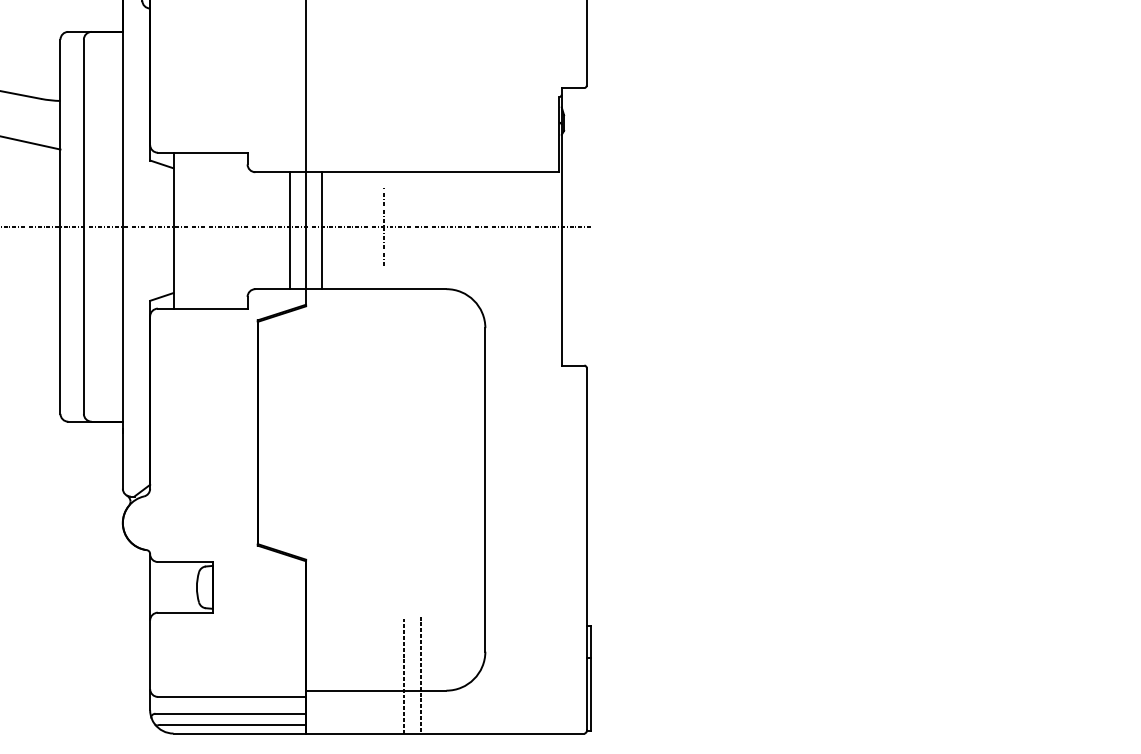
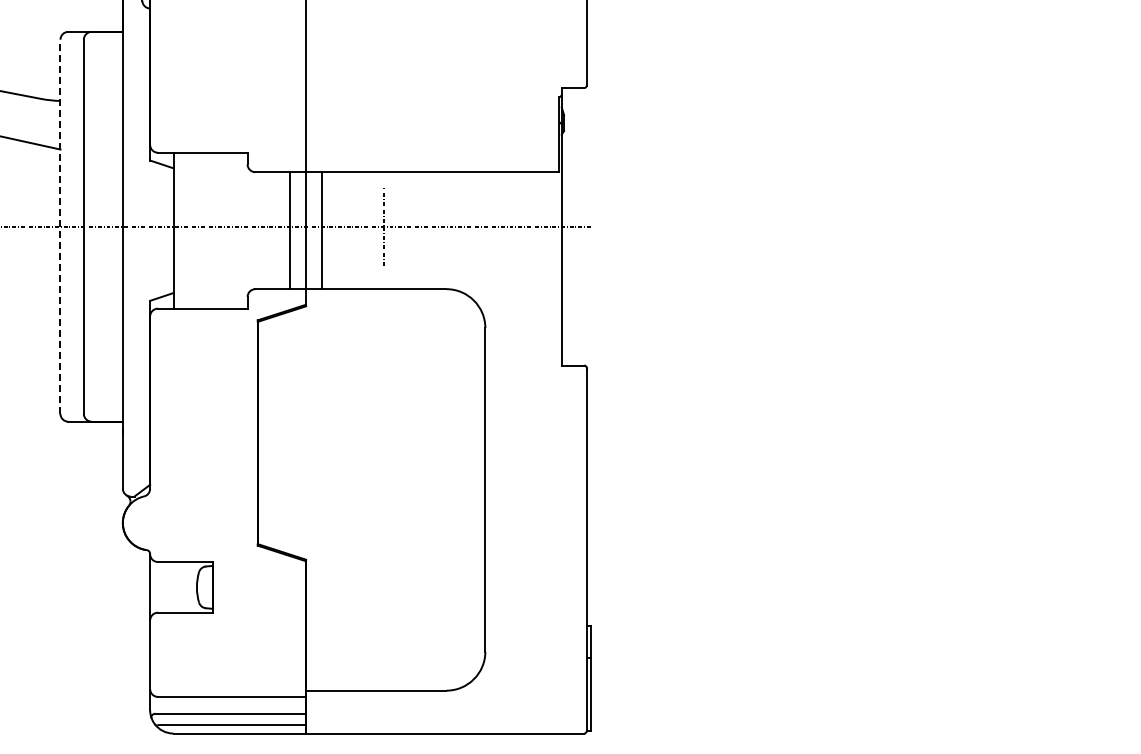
line at (60, 226): solid -> dashed
line at (403, 674): present -> none
line at (421, 674): present -> none
